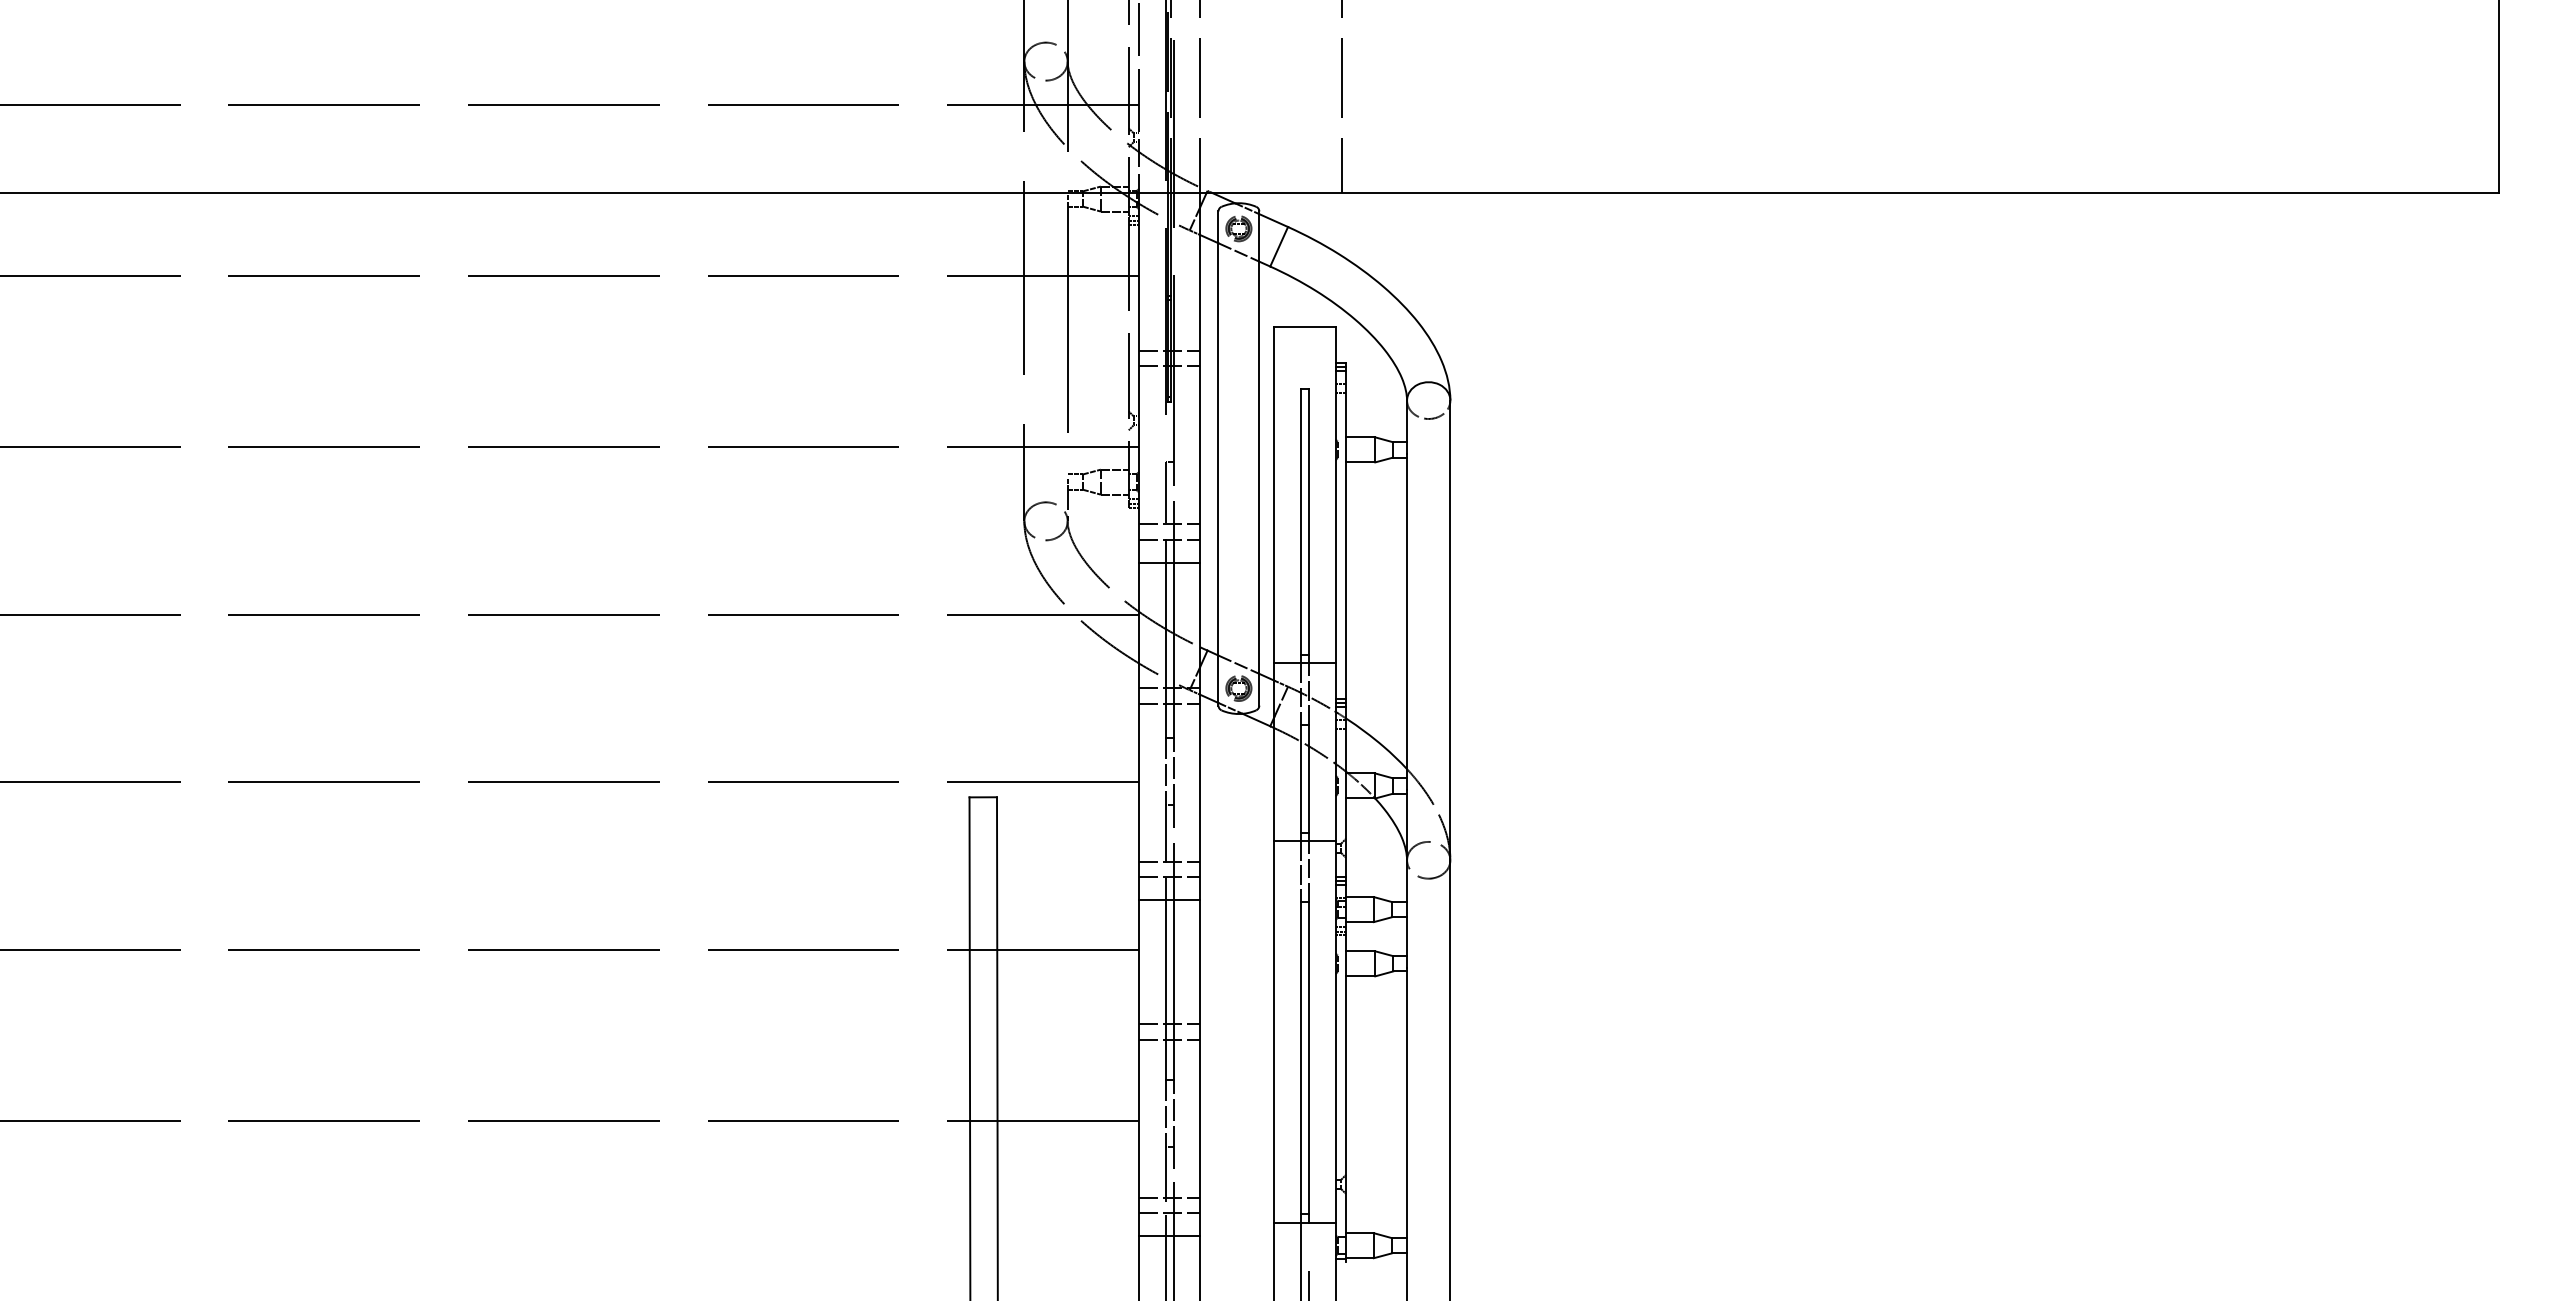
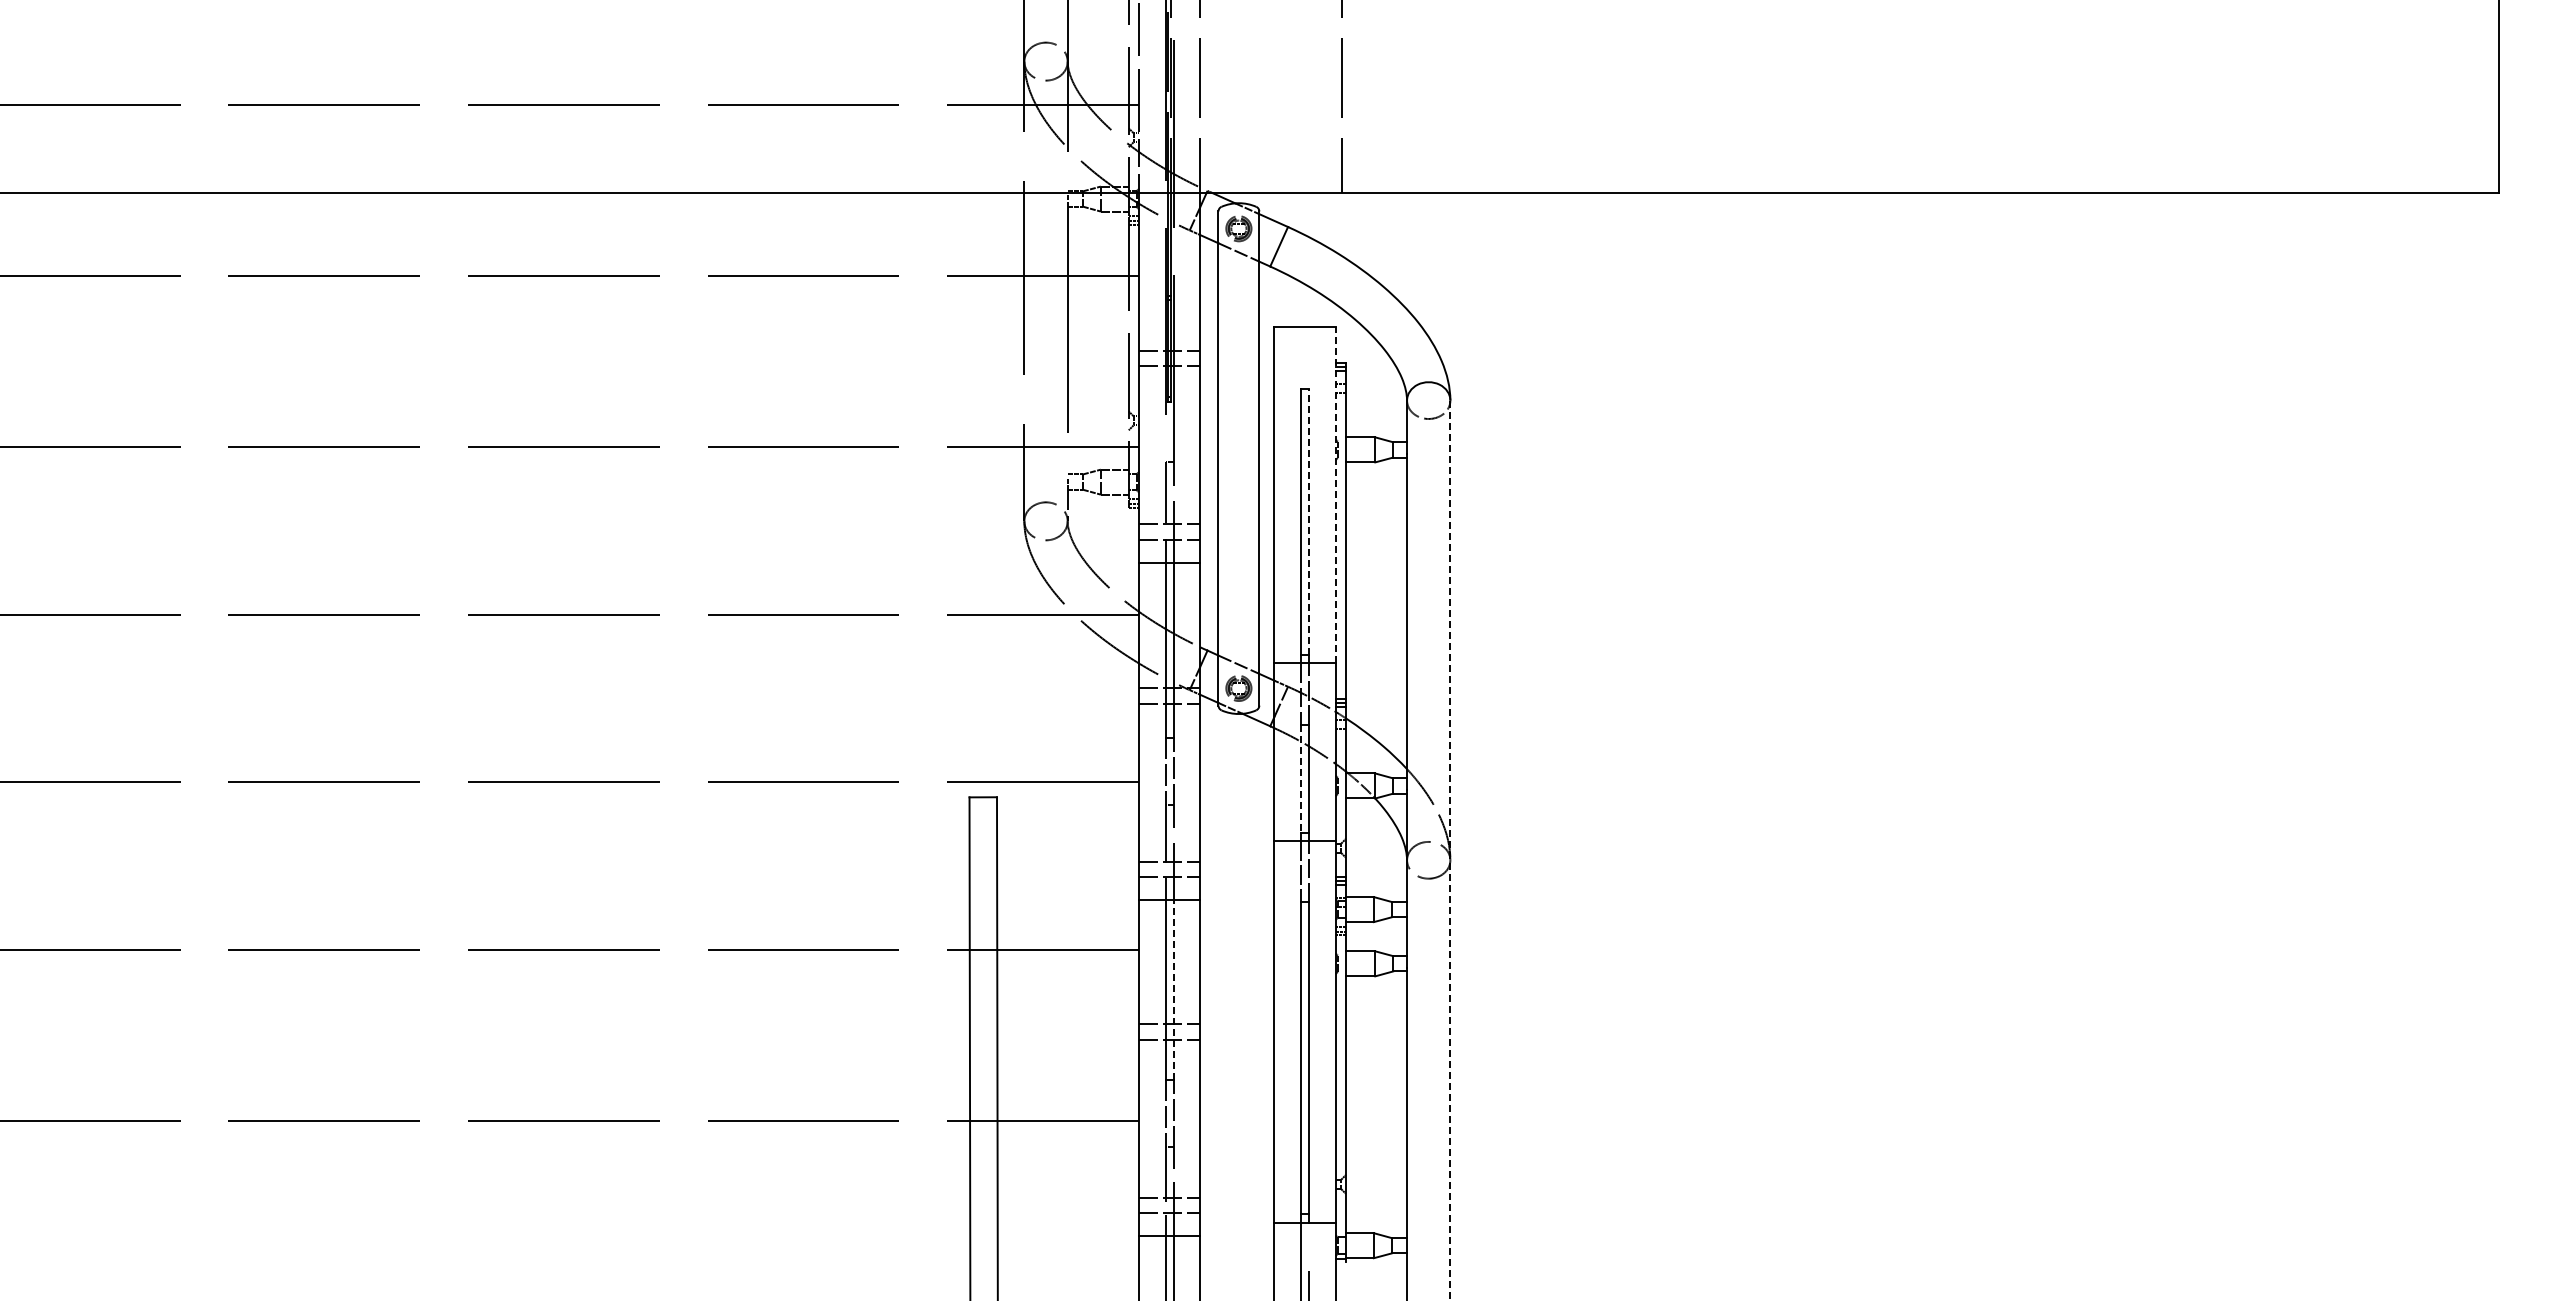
line at (1335, 494): solid -> dashed
line at (1309, 521): solid -> dashed
line at (1301, 778): solid -> dashed
line at (1450, 850): solid -> dashed
line at (1173, 989): solid -> dashed
